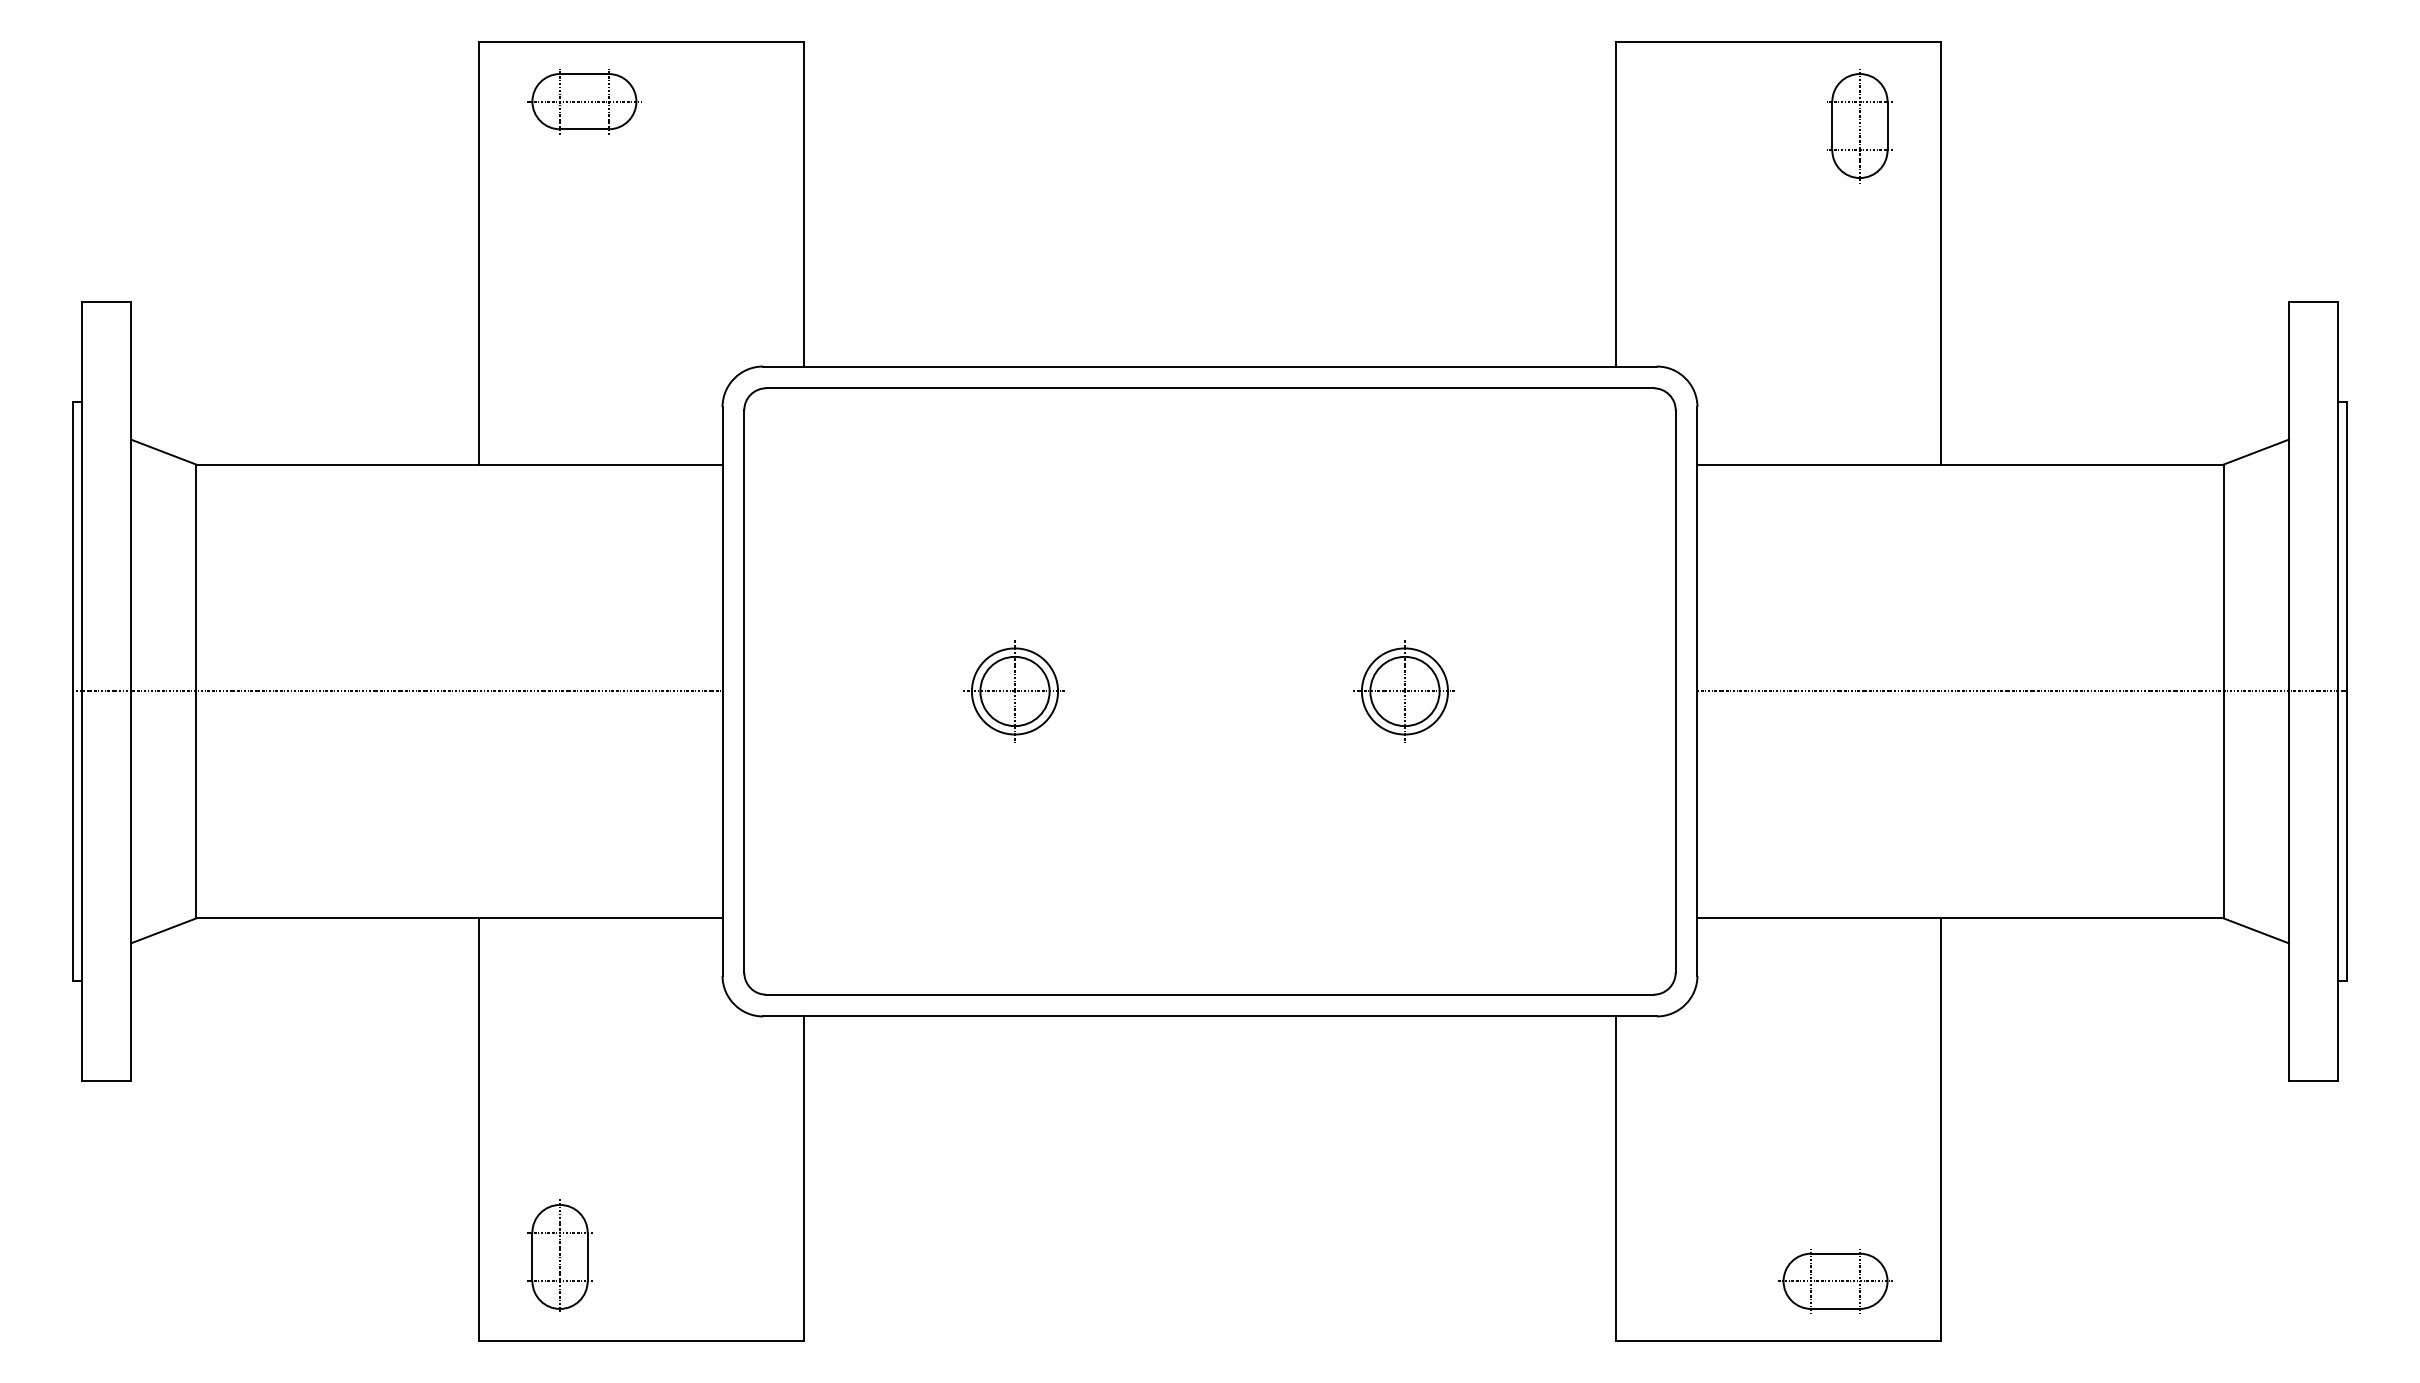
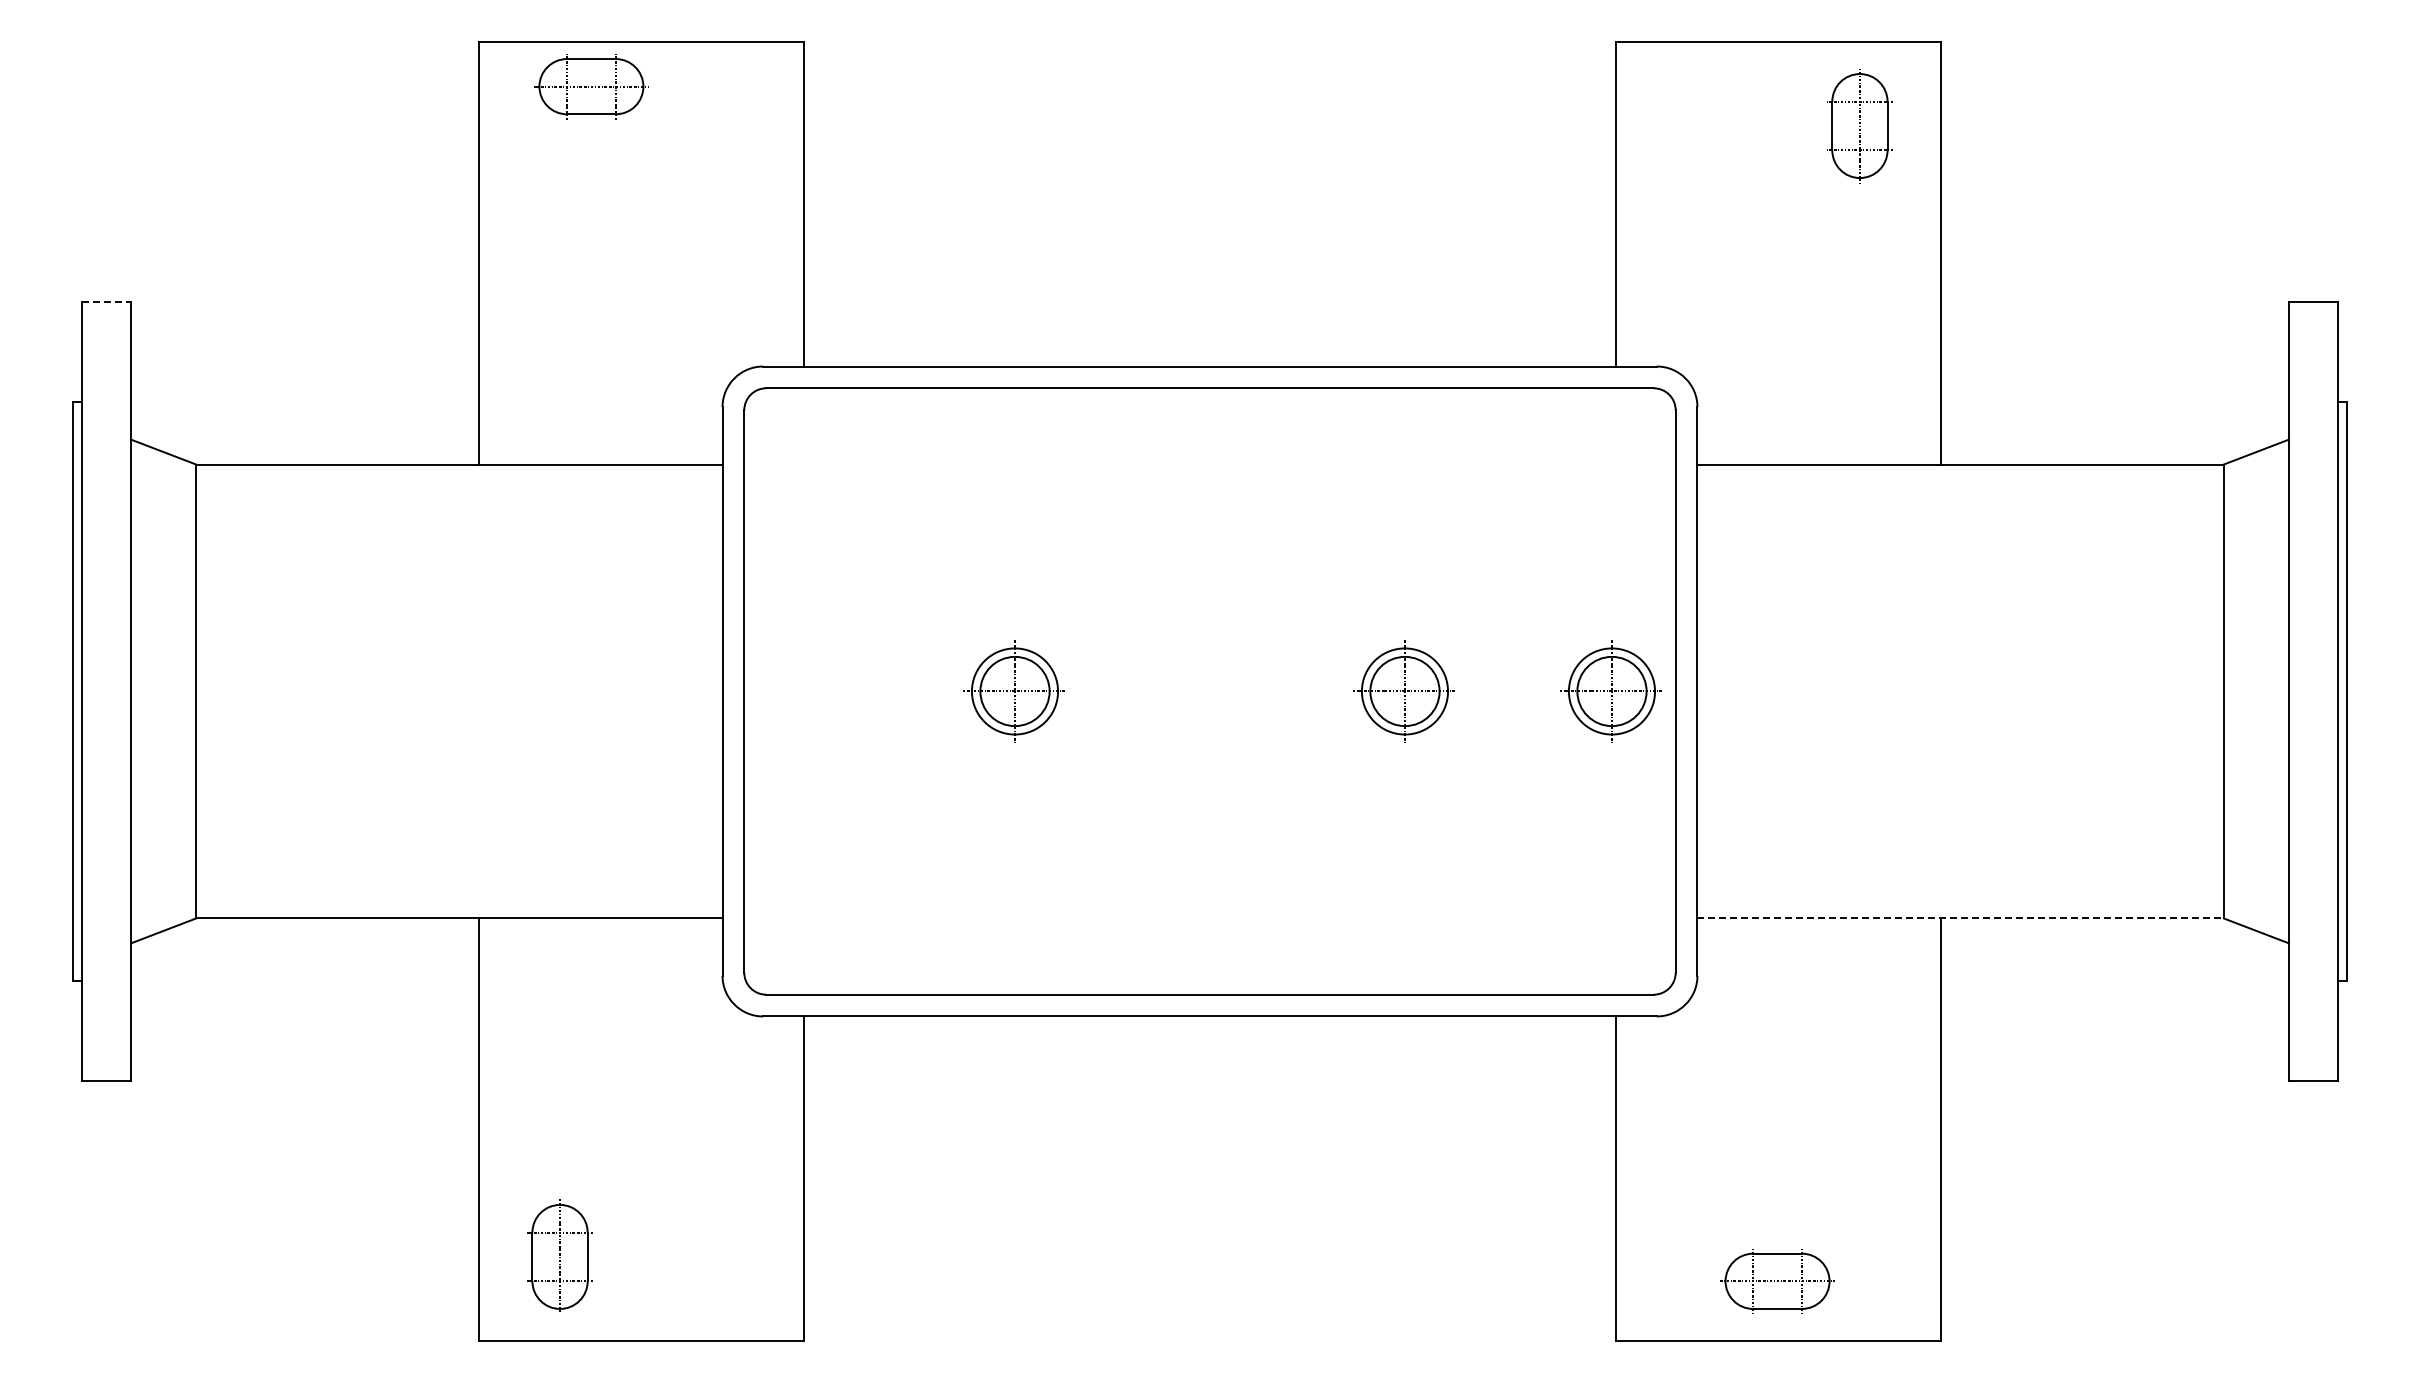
part at (584, 101) position: (584, 101) -> (591, 86)
line at (107, 301): solid -> dashed
line at (397, 691): present -> none
part at (1610, 691): none -> present
line at (2022, 691): present -> none
line at (1961, 918): solid -> dashed
part at (1835, 1281) position: (1835, 1281) -> (1777, 1281)
